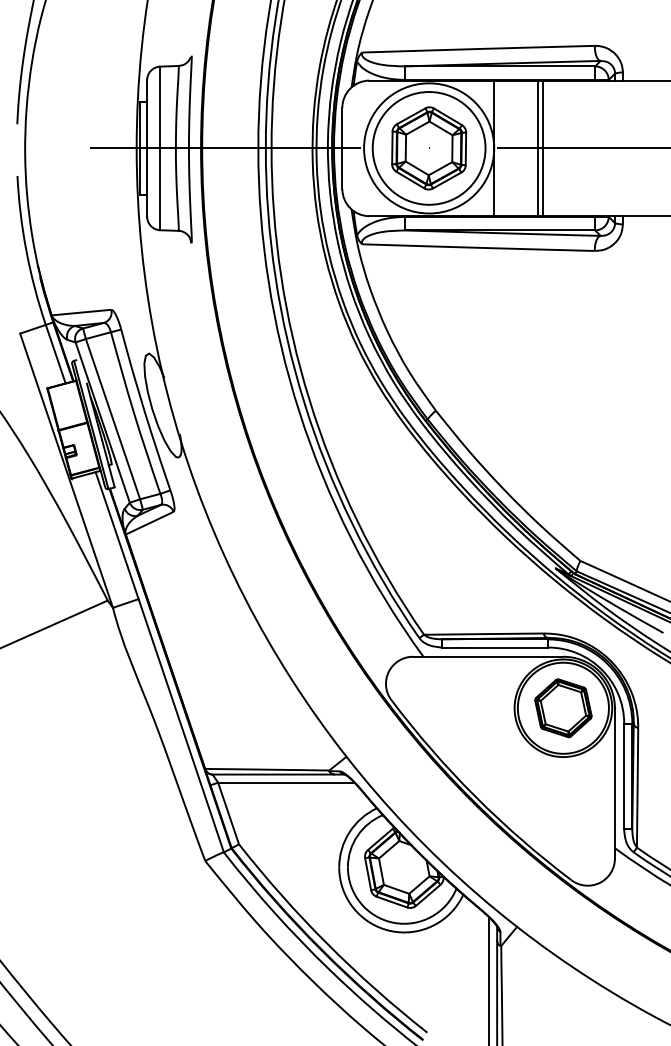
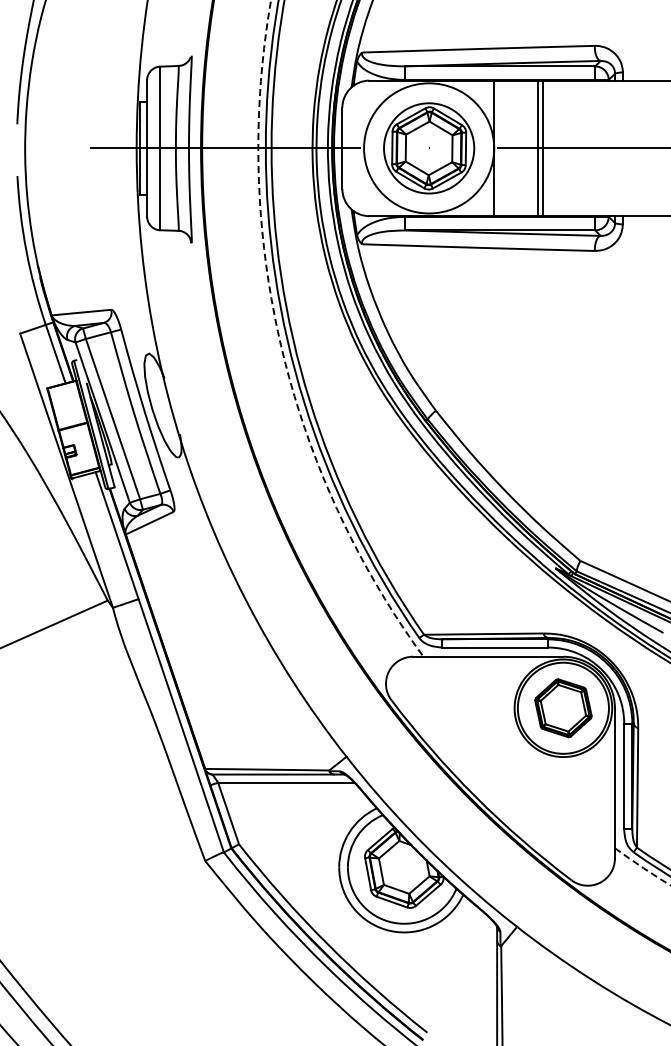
circle at (428, 148) diameter: 113 px -> 90 px
arc at (281, 346): solid -> dashed
arc at (642, 867): solid -> dashed
line at (489, 979): present -> none
